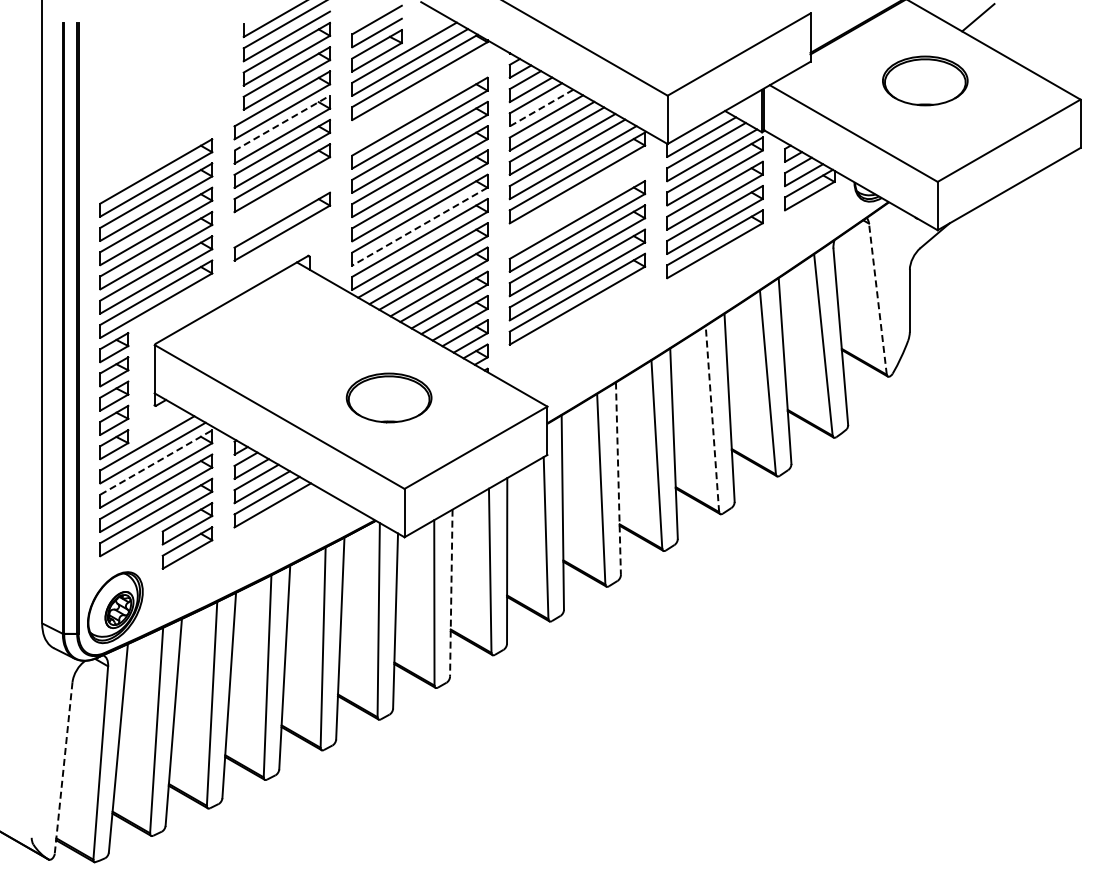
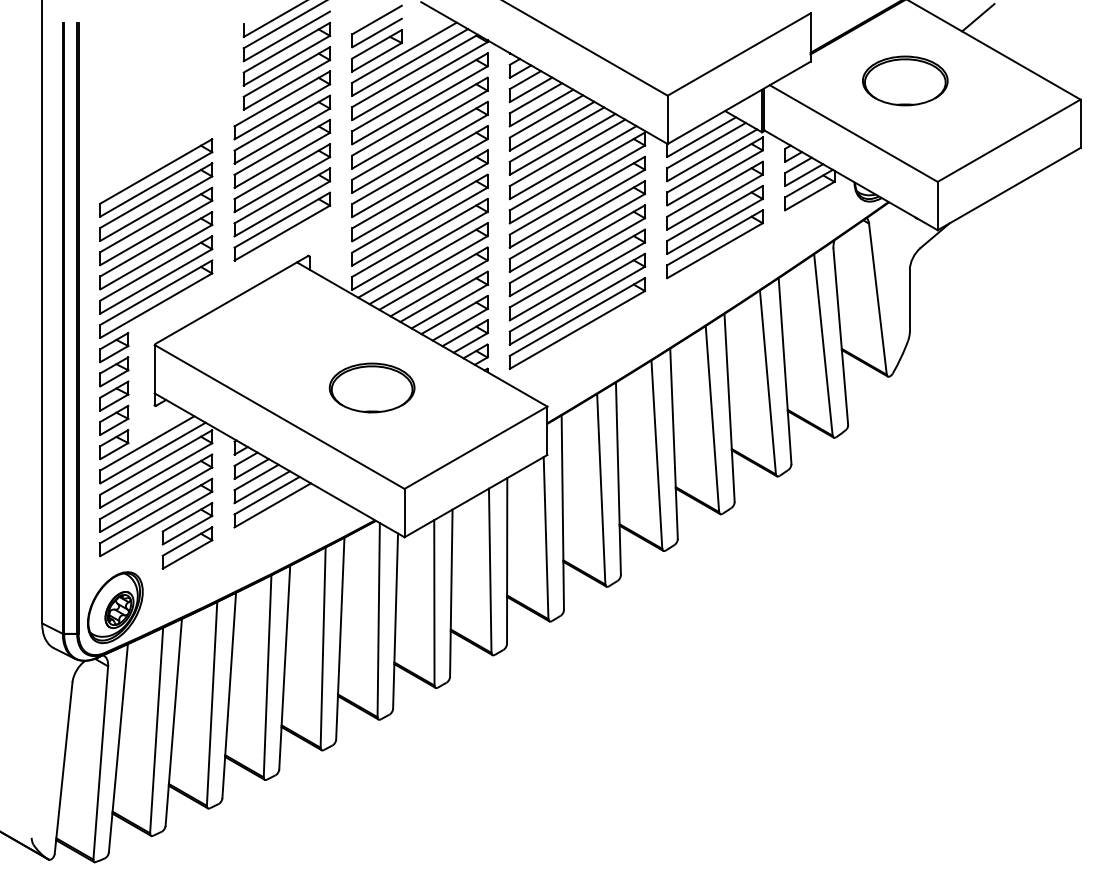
part at (925, 80) position: (925, 80) -> (905, 80)
part at (419, 98): none -> present
line at (541, 108): dashed -> solid
line at (282, 122): dashed -> solid
part at (577, 201): none -> present
part at (282, 202): none -> present
line at (419, 226): dashed -> solid
line at (877, 298): dashed -> solid
part at (577, 323): none -> present
part at (388, 397) position: (388, 397) -> (371, 387)
line at (712, 418): dashed -> solid
line at (156, 462): dashed -> solid
line at (618, 479): dashed -> solid
line at (451, 593): dashed -> solid
line at (63, 768): dashed -> solid
